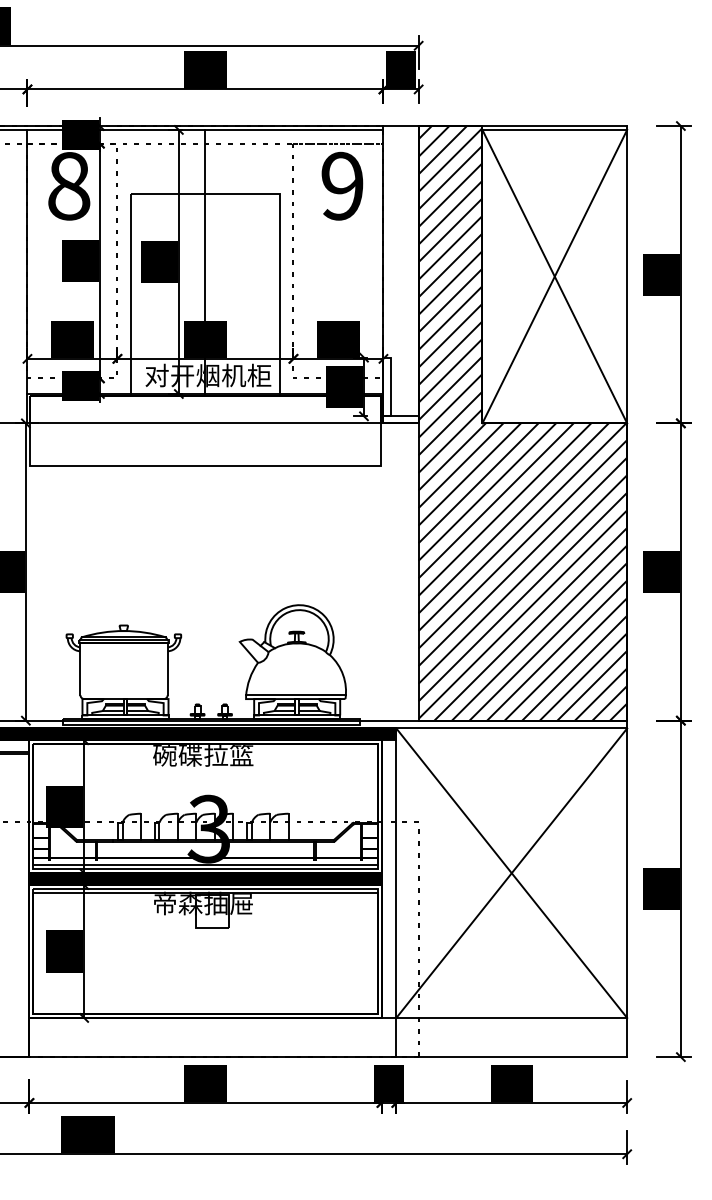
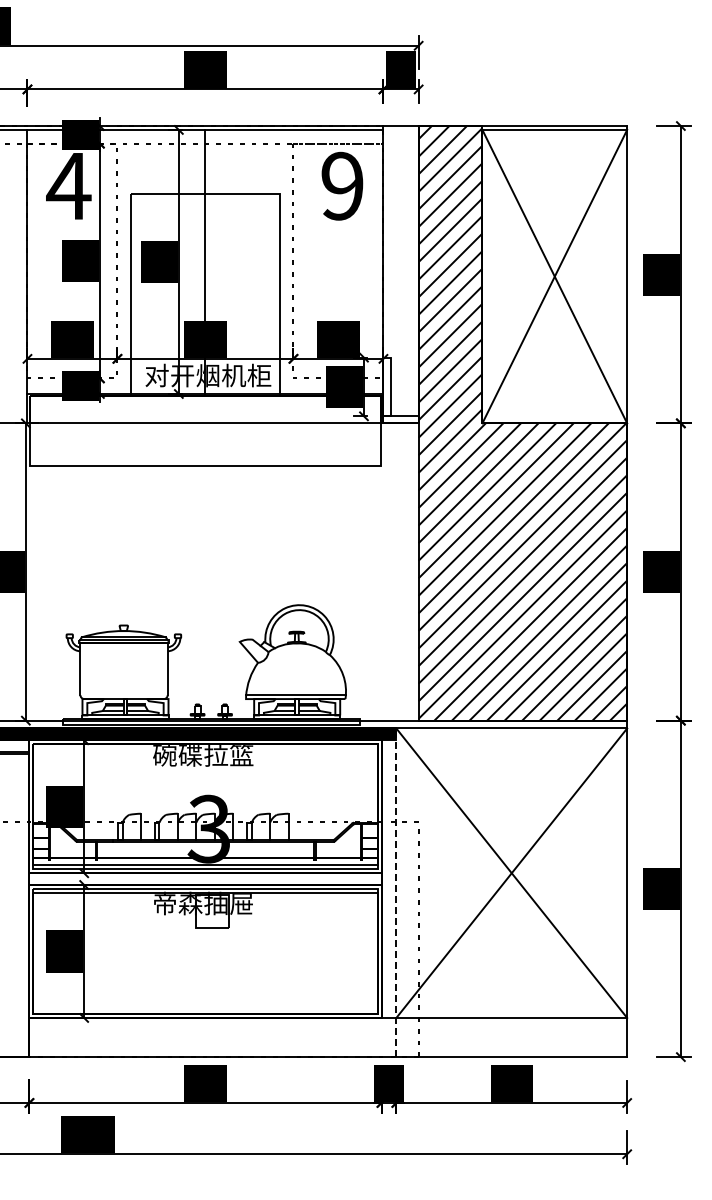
text at (68, 186): 8 -> 4
fill at (205, 878): present -> none
line at (396, 892): solid -> dashed
